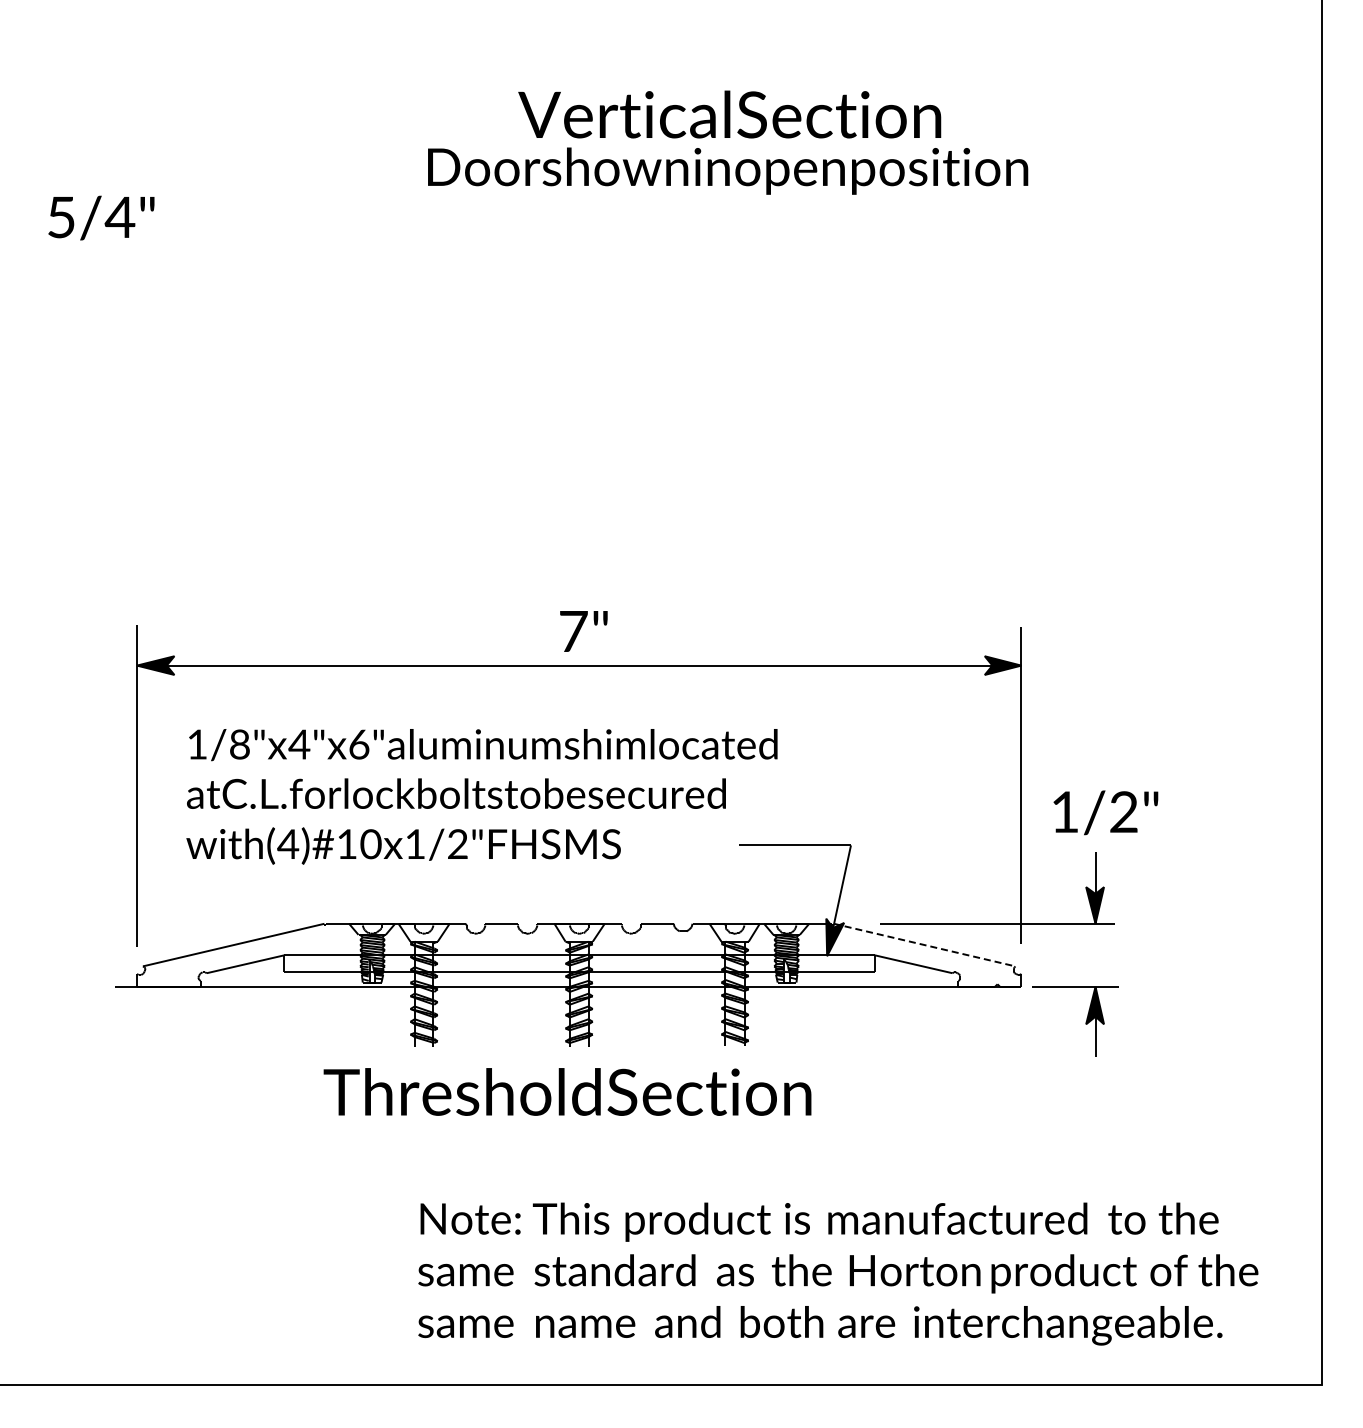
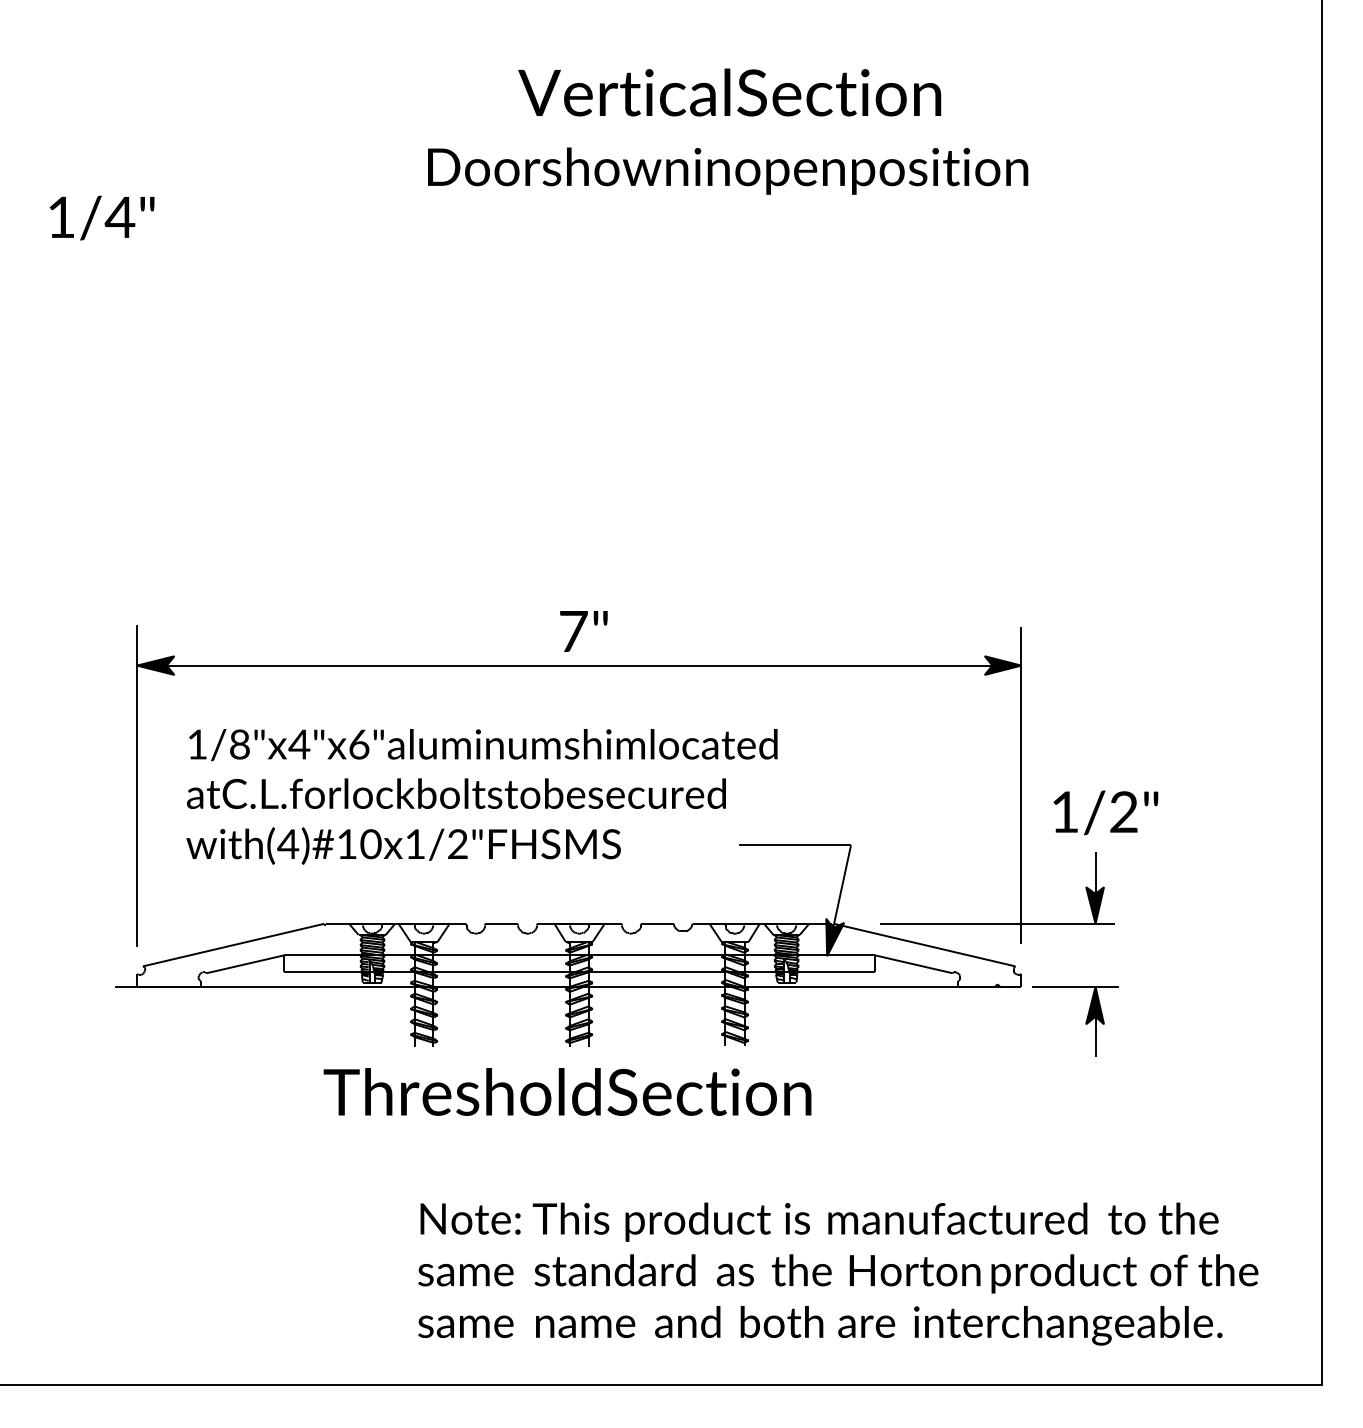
text at (729, 114) position: (729, 114) -> (729, 92)
text at (61, 217): 5/4" -> 1/4"
line at (925, 945): dashed -> solid
